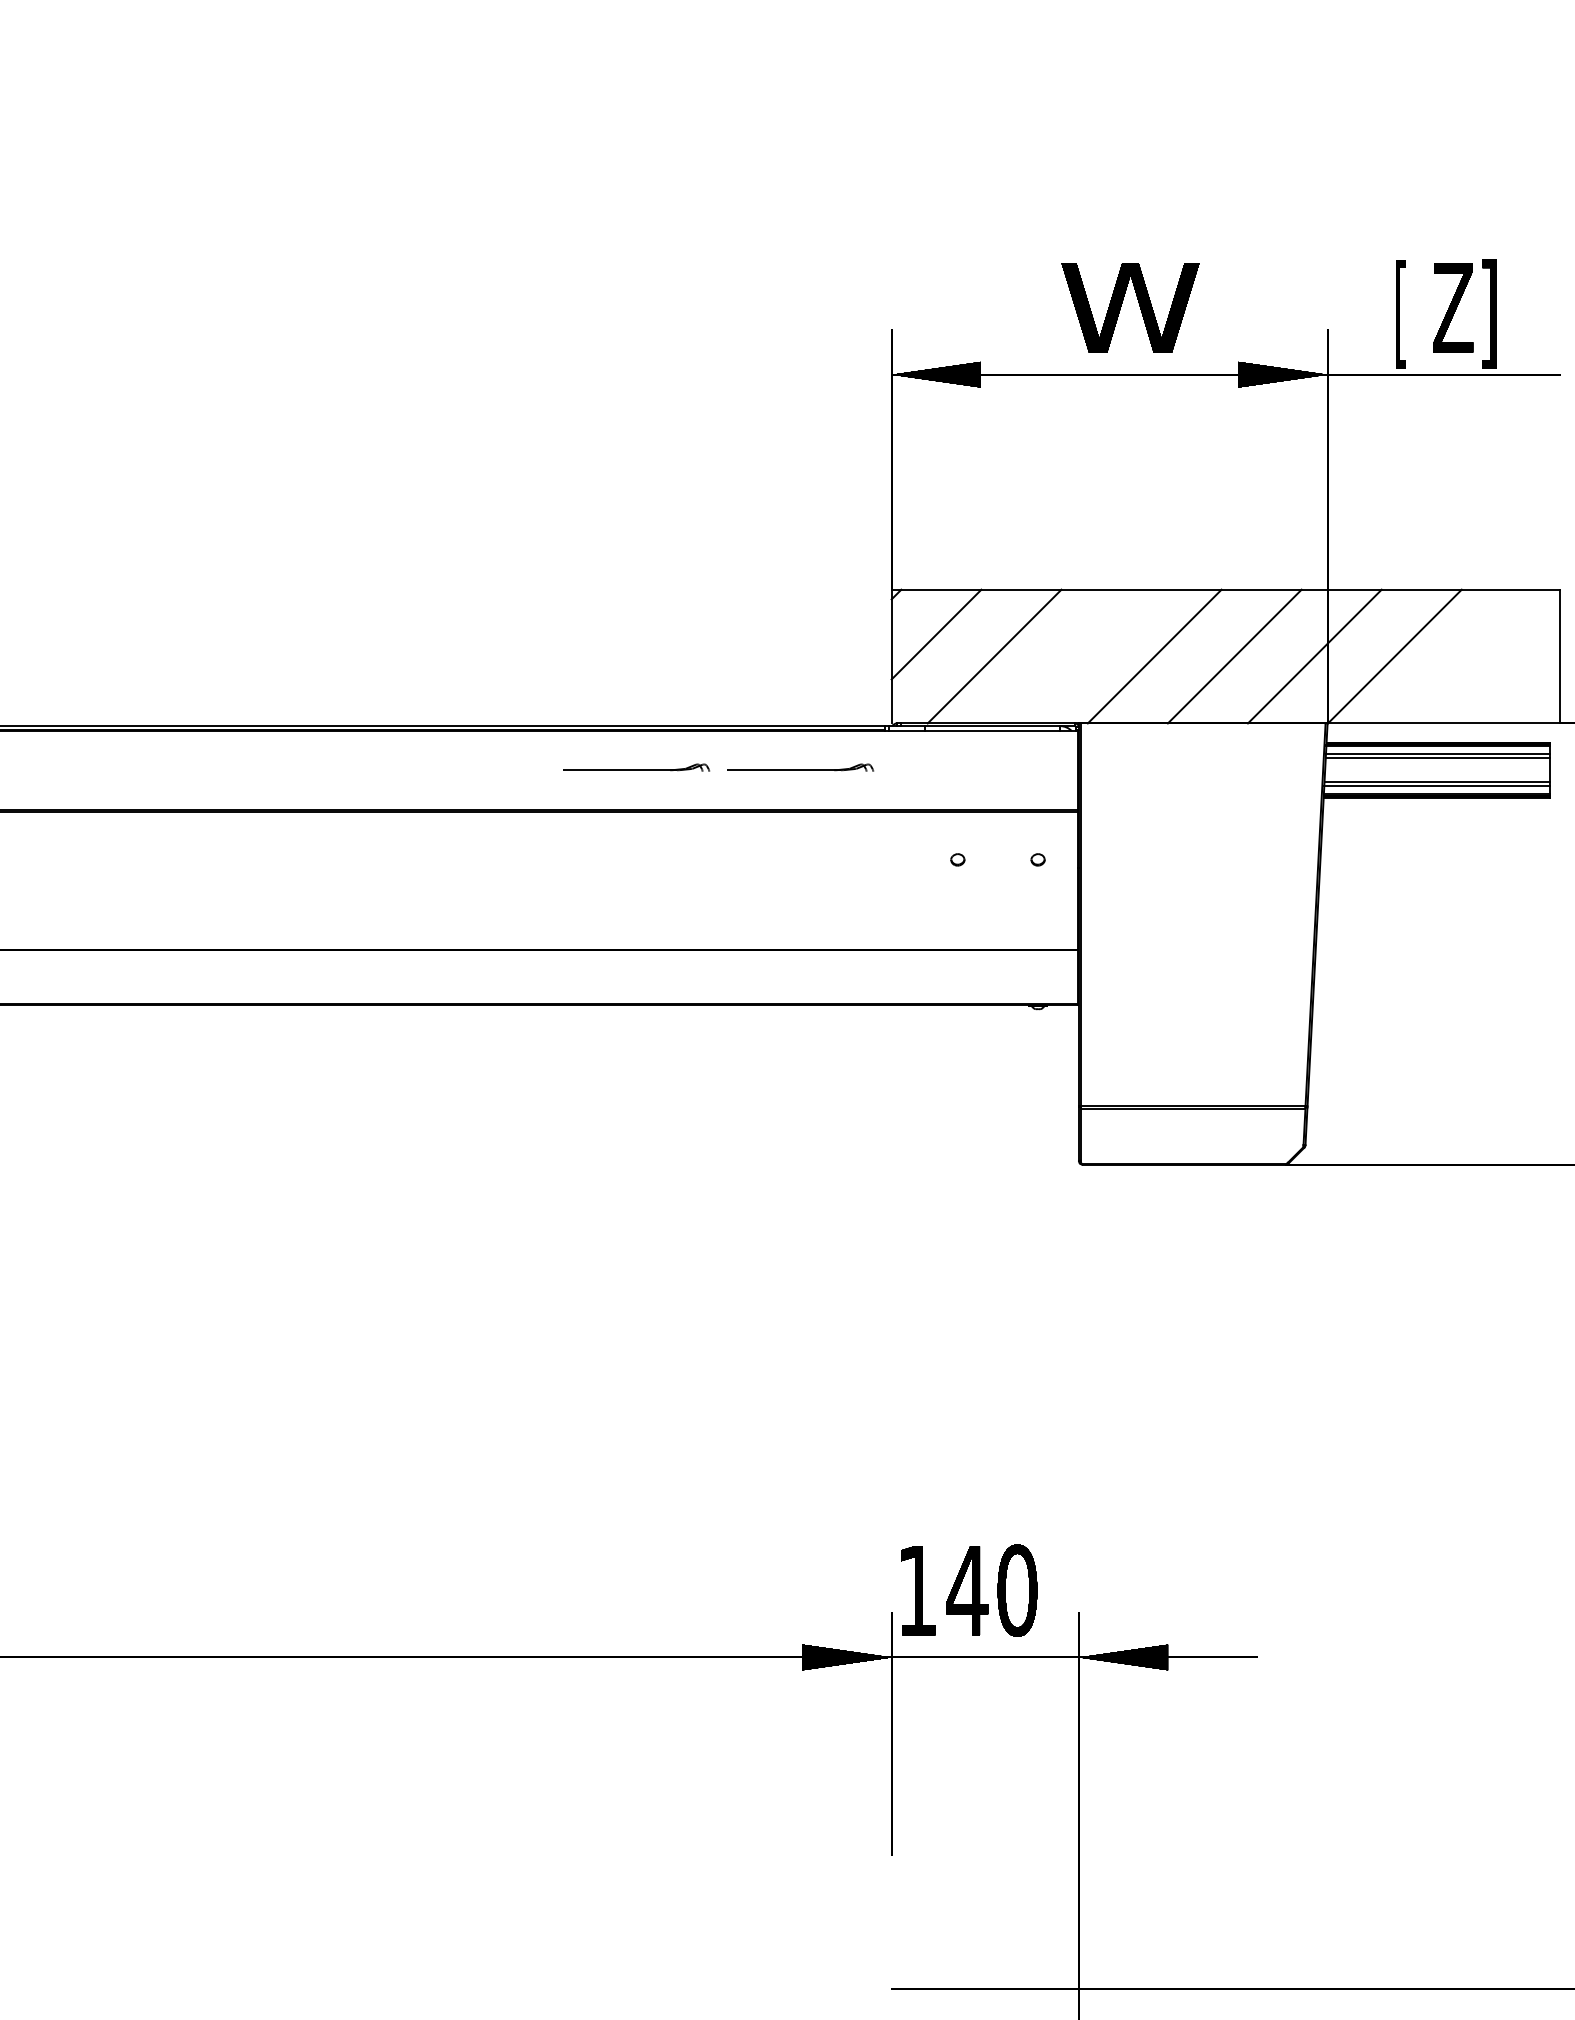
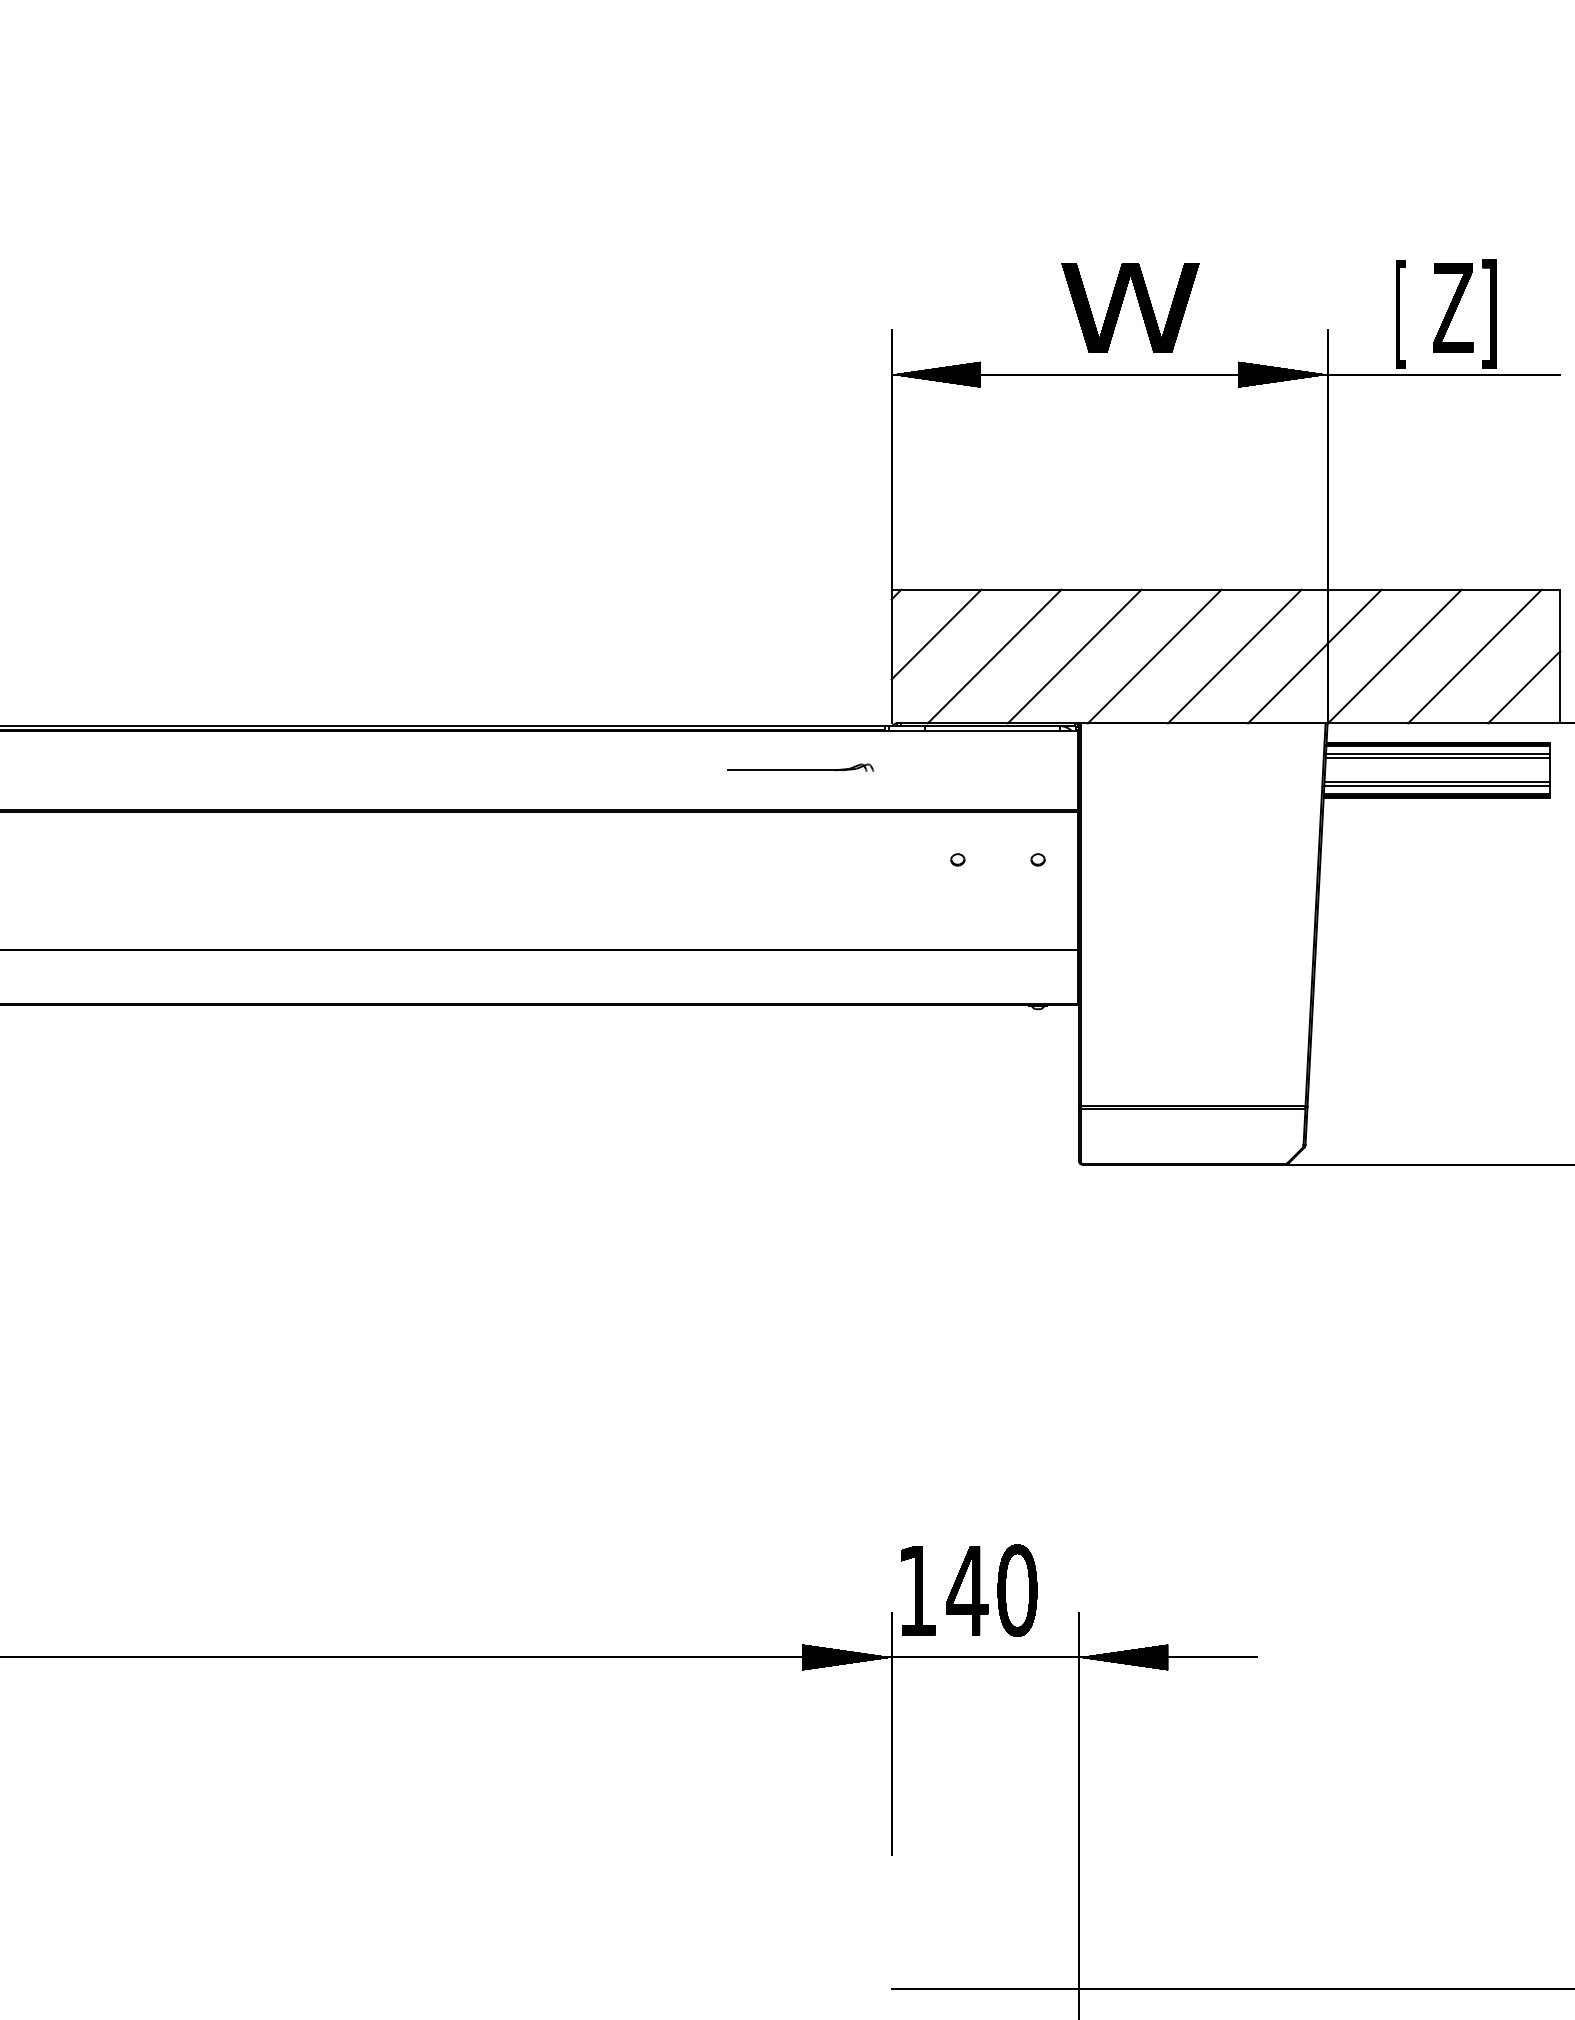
line at (1074, 656): none -> present
line at (1474, 656): none -> present
line at (1524, 687): none -> present
part at (636, 767): present -> none
